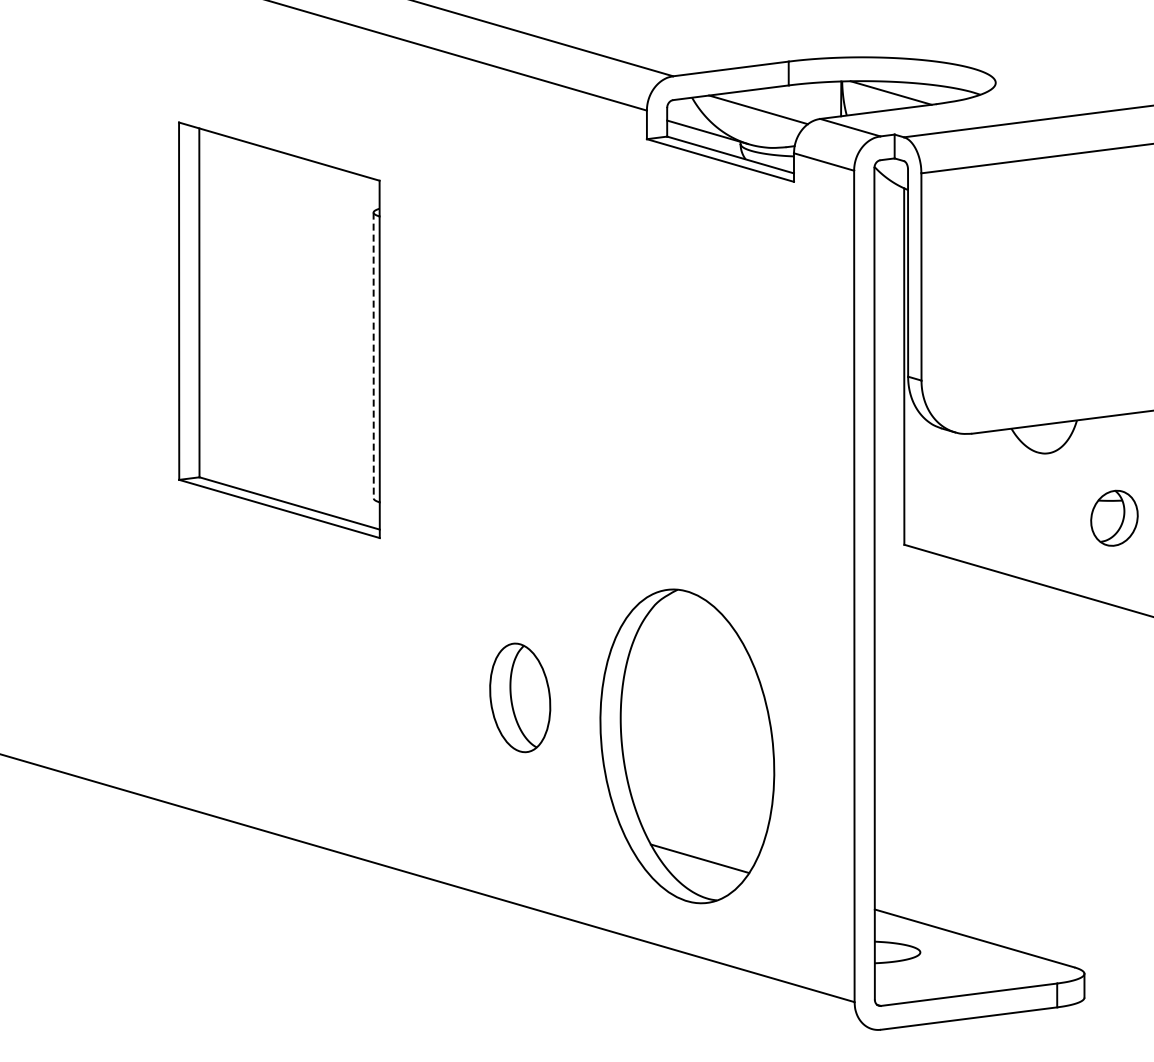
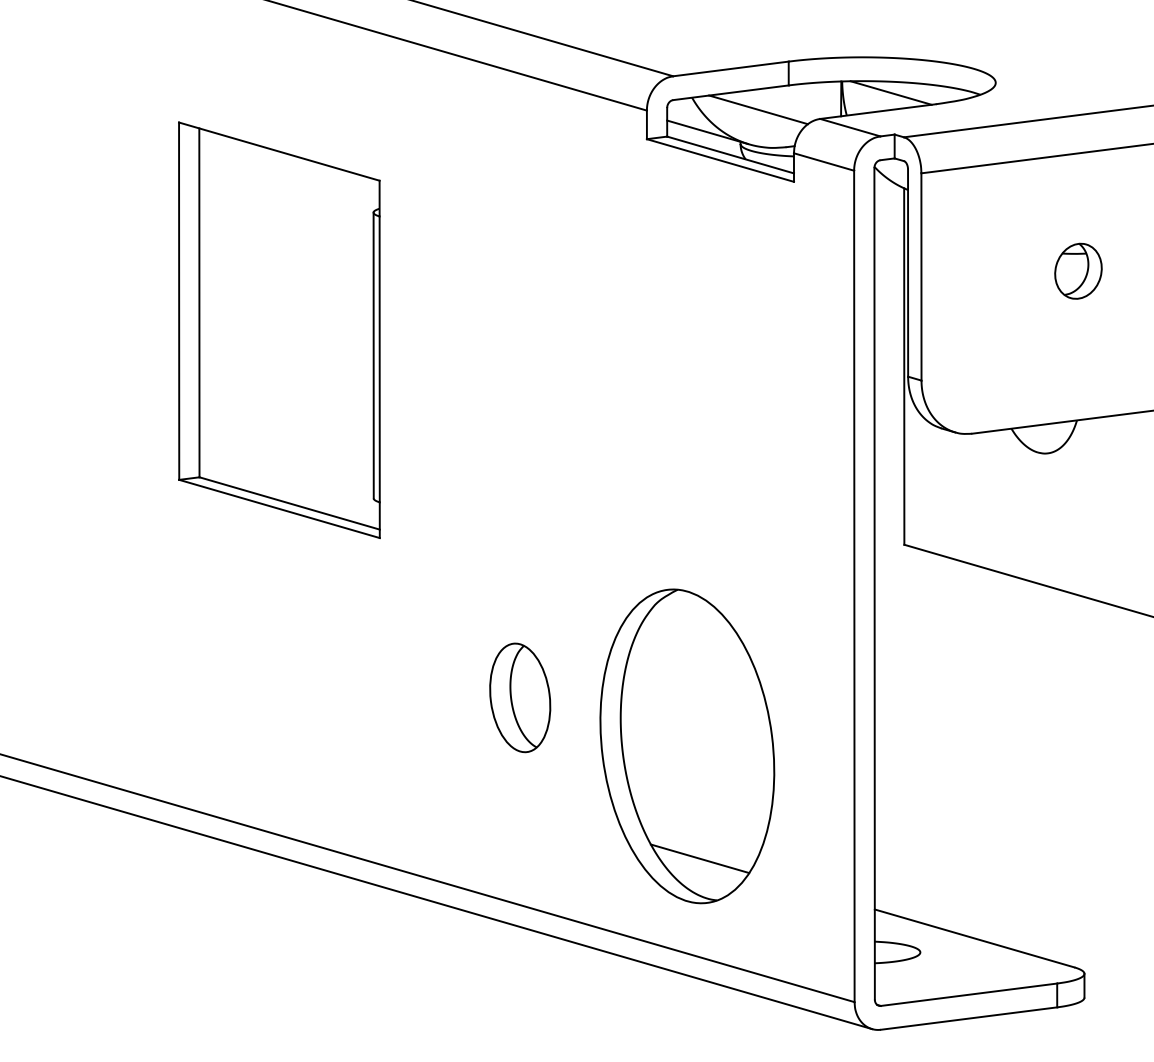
line at (373, 355): dashed -> solid
part at (1114, 517) position: (1114, 517) -> (1078, 270)
line at (437, 902): none -> present
